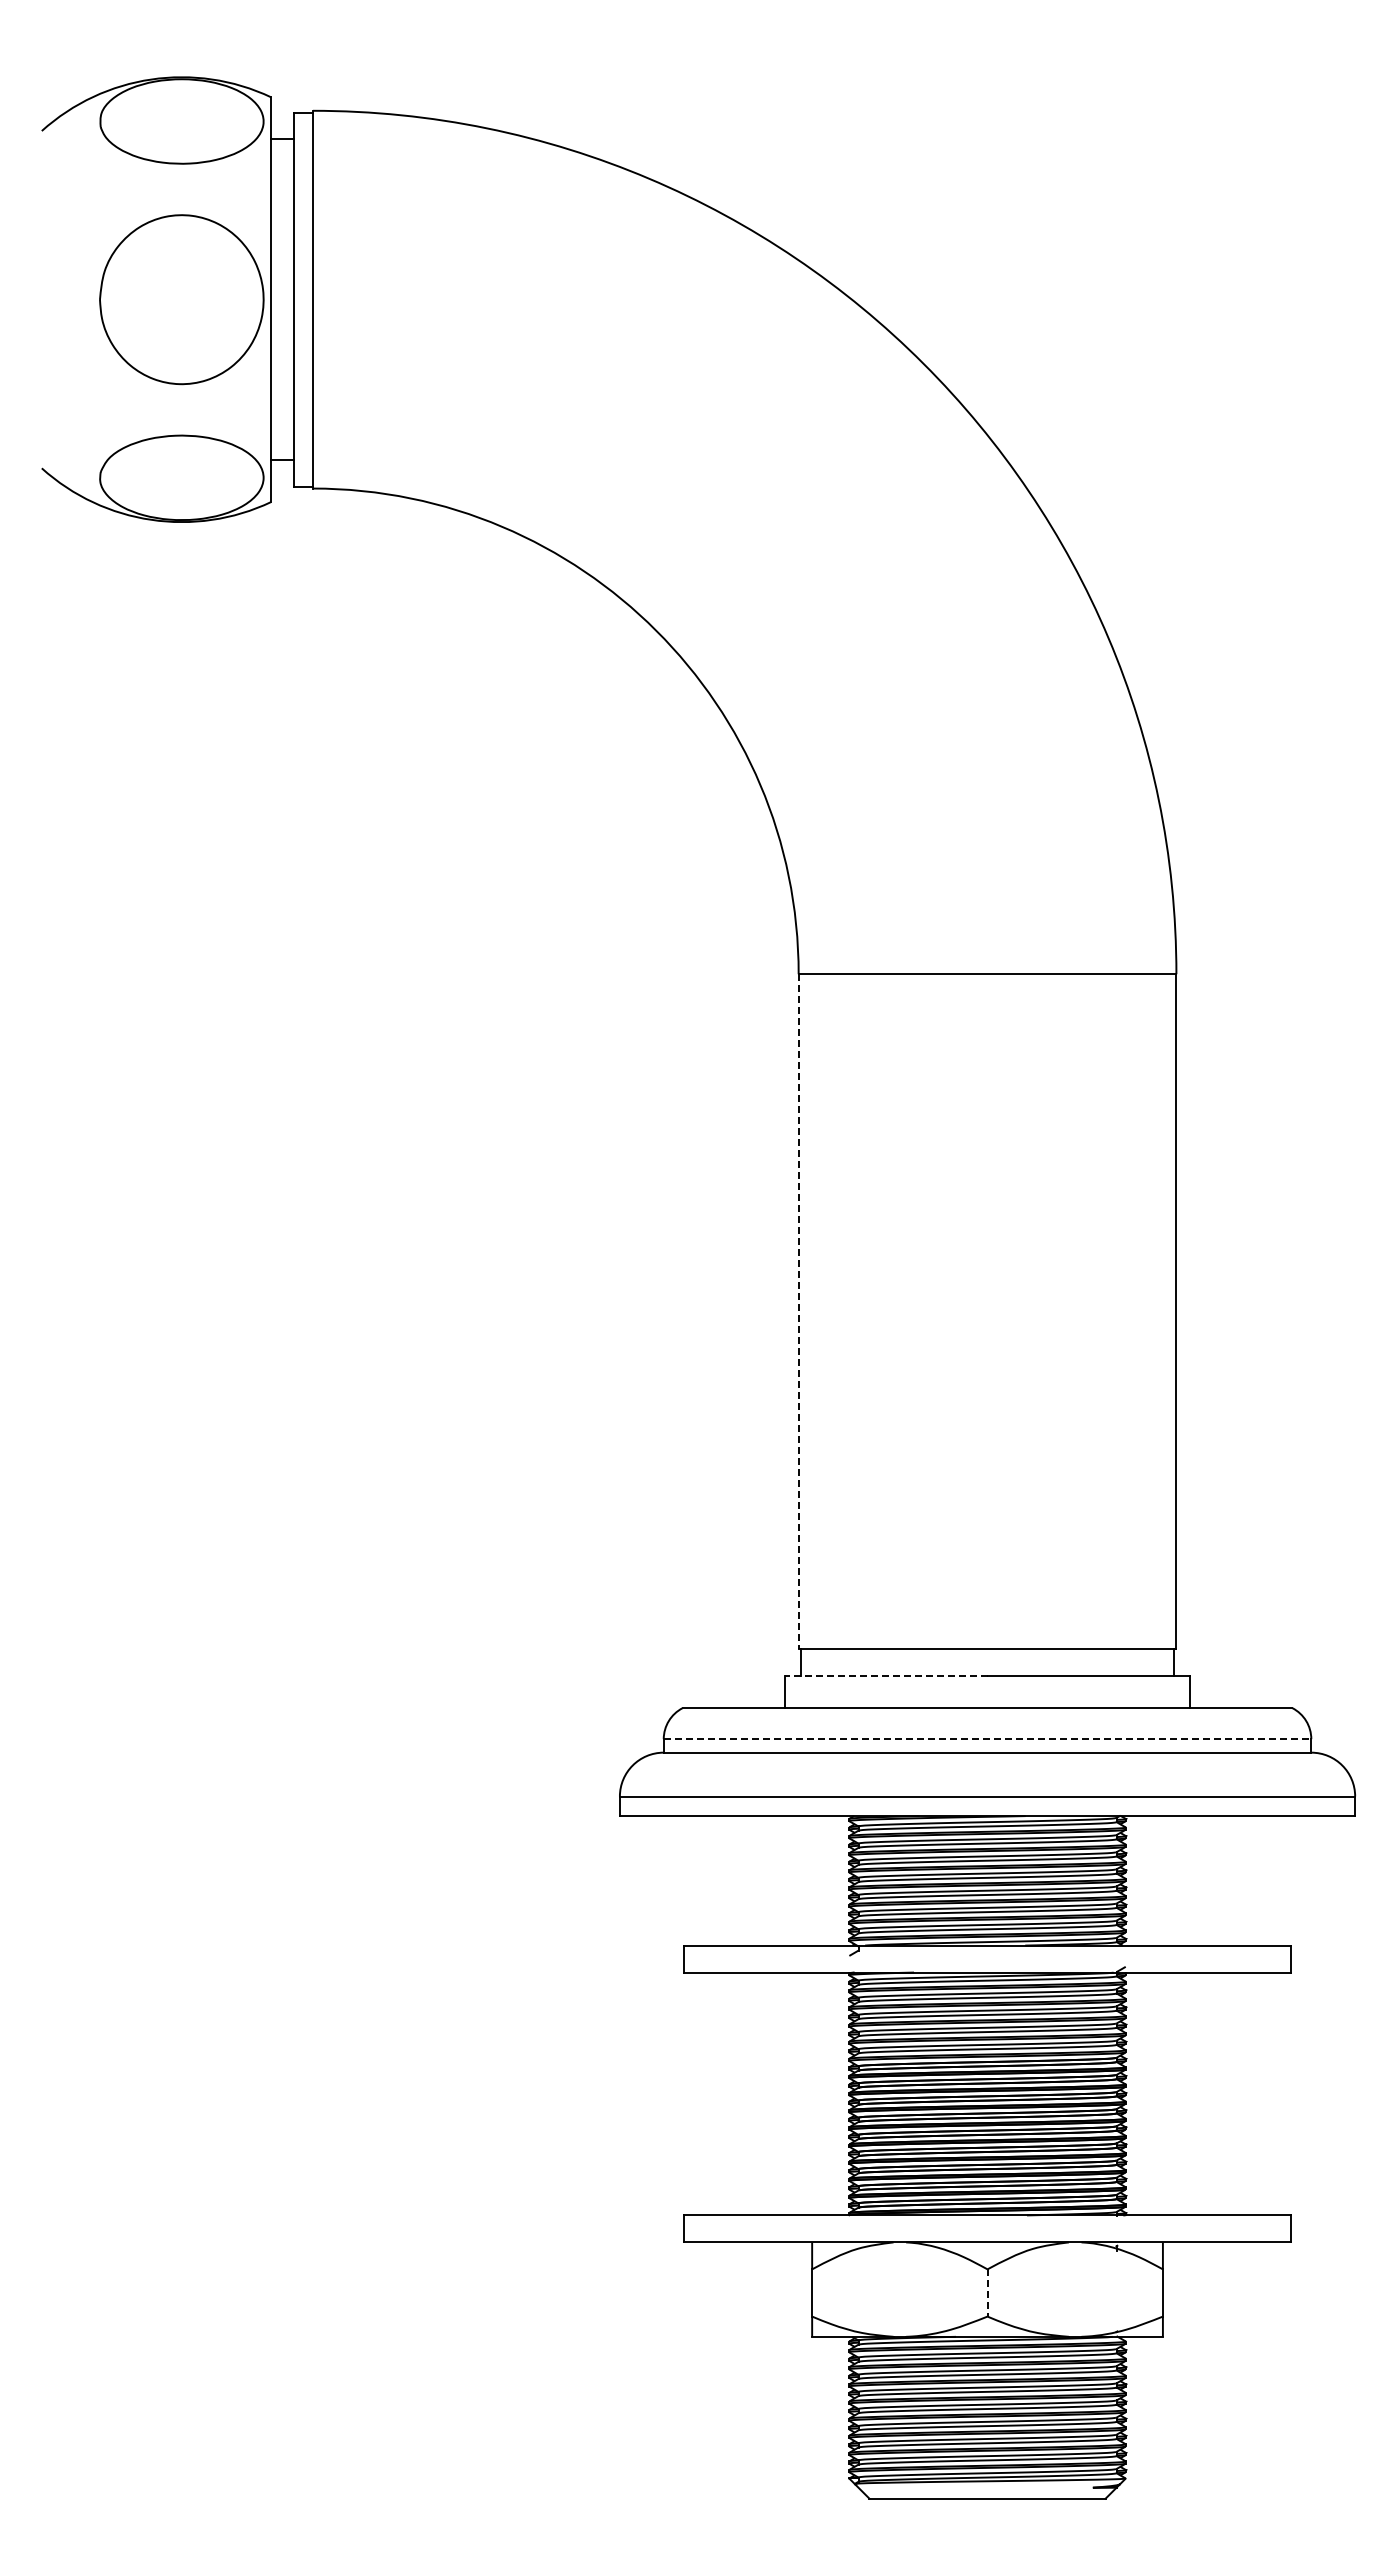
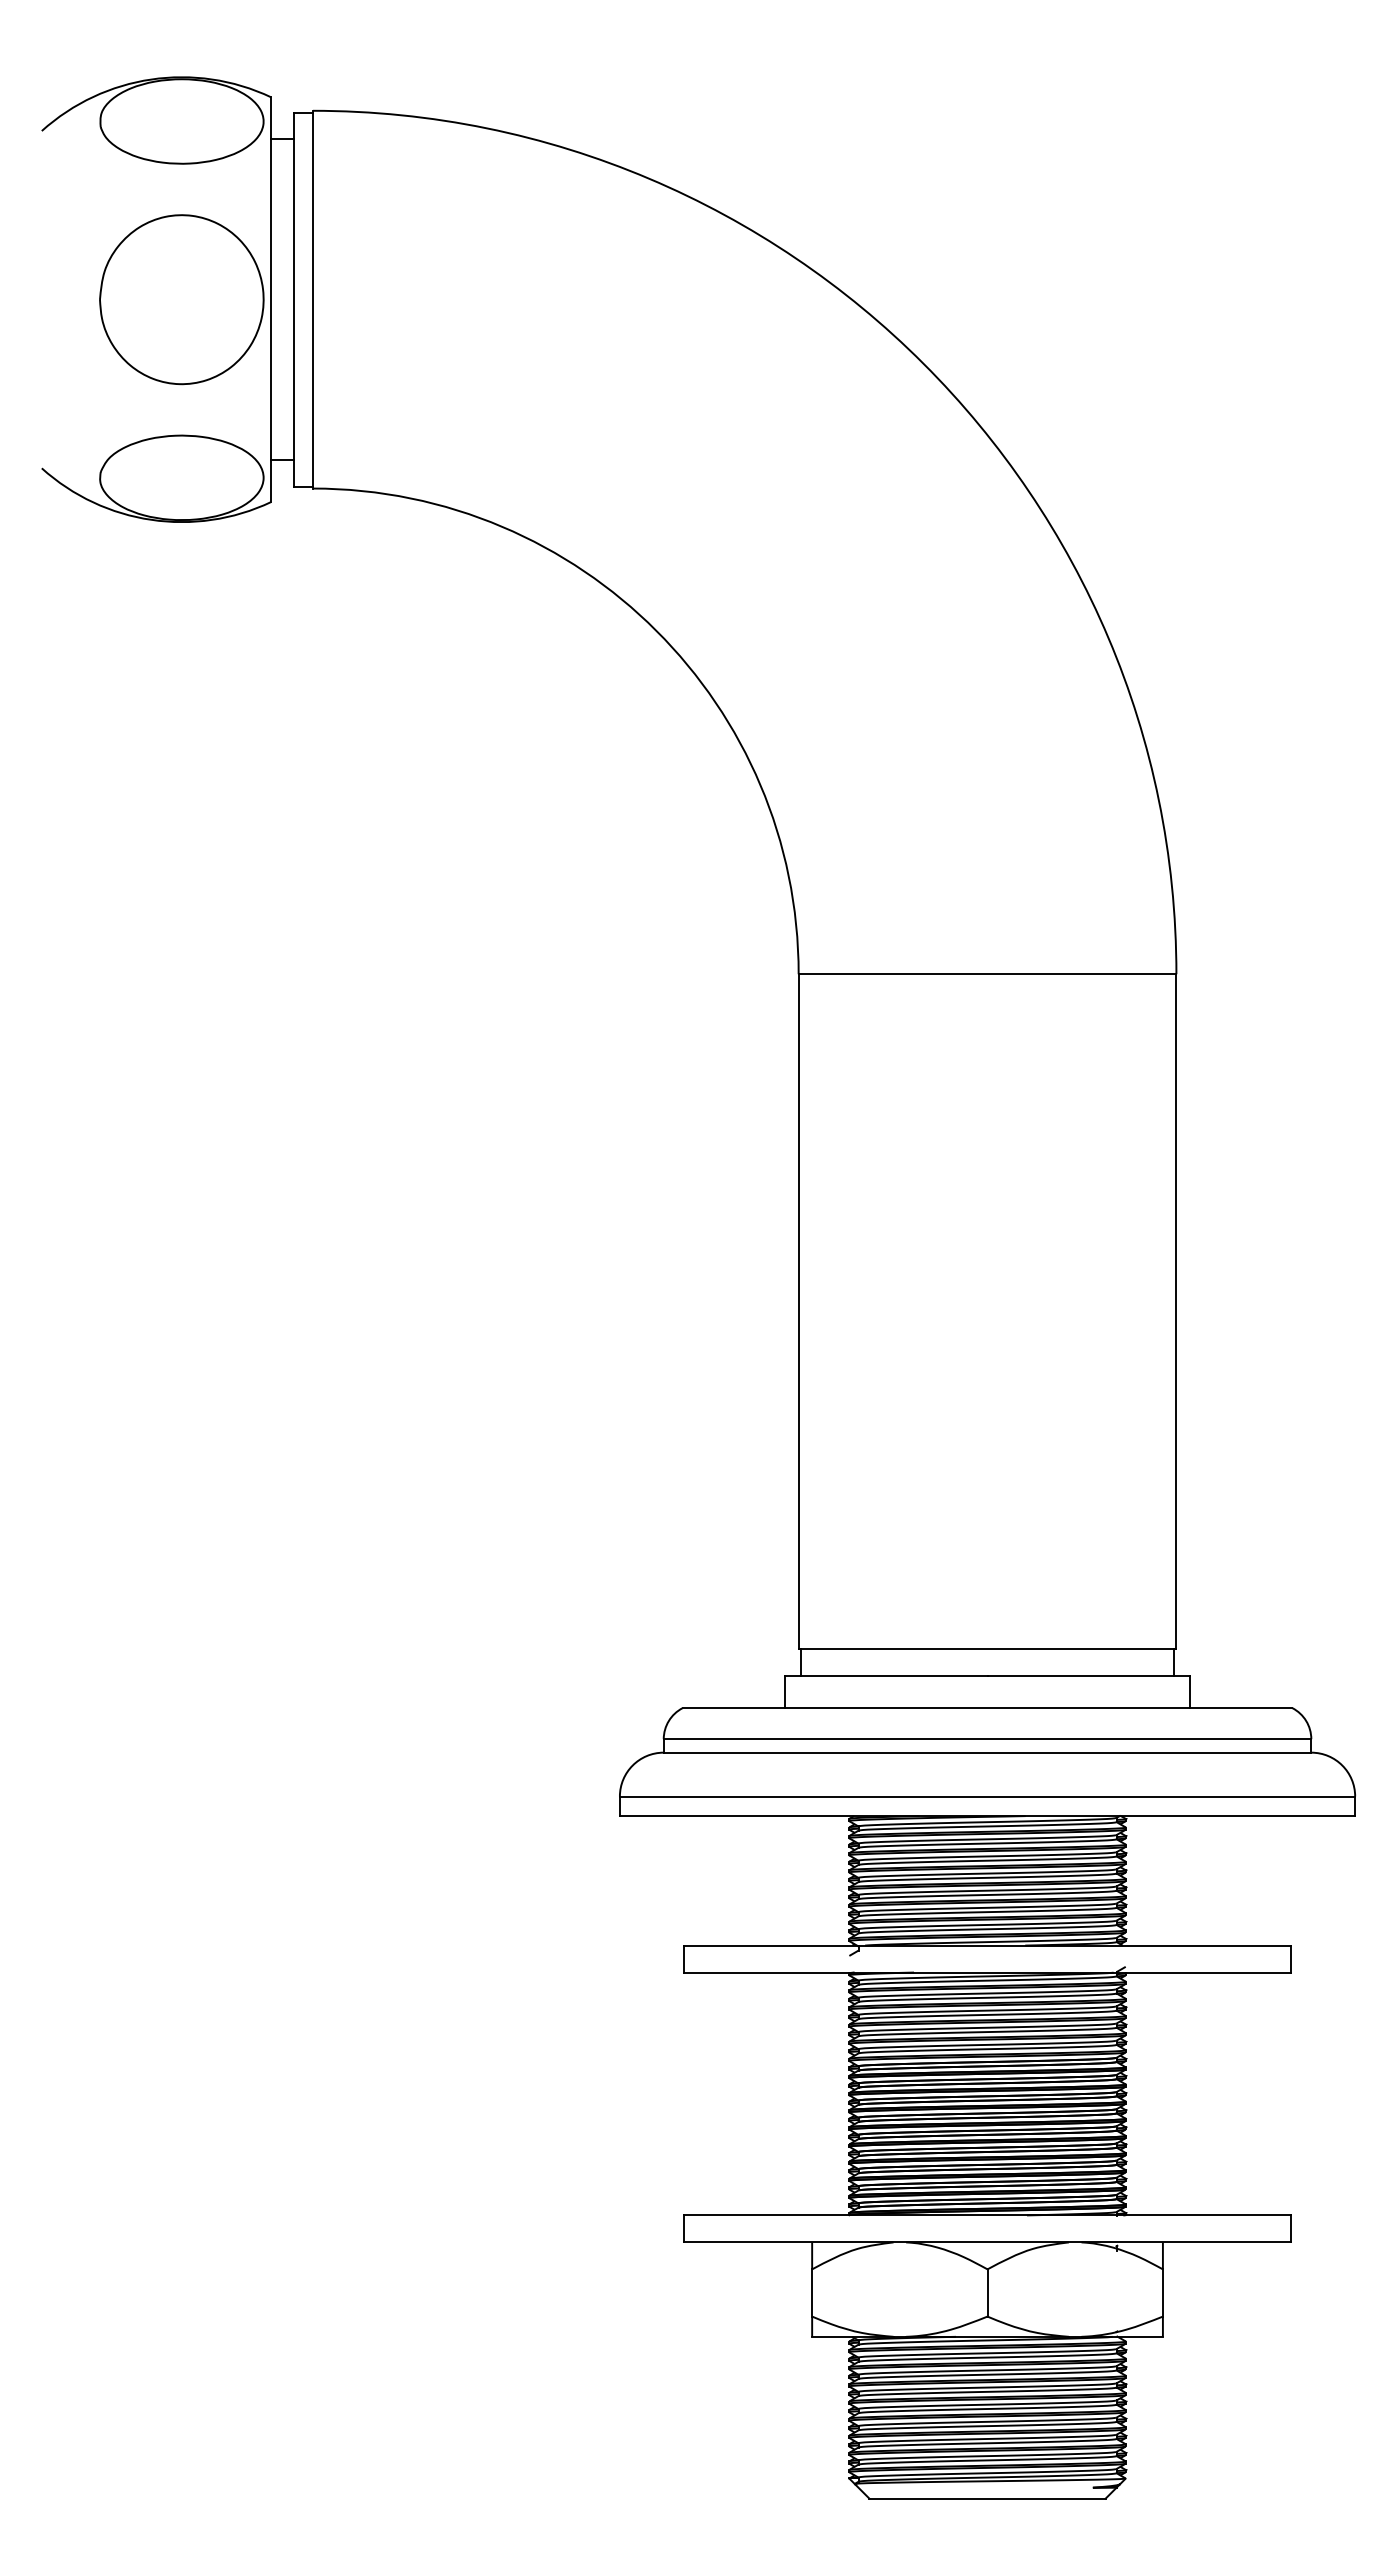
line at (798, 1312): dashed -> solid
line at (885, 1675): dashed -> solid
line at (987, 1739): dashed -> solid
line at (987, 2292): dashed -> solid
